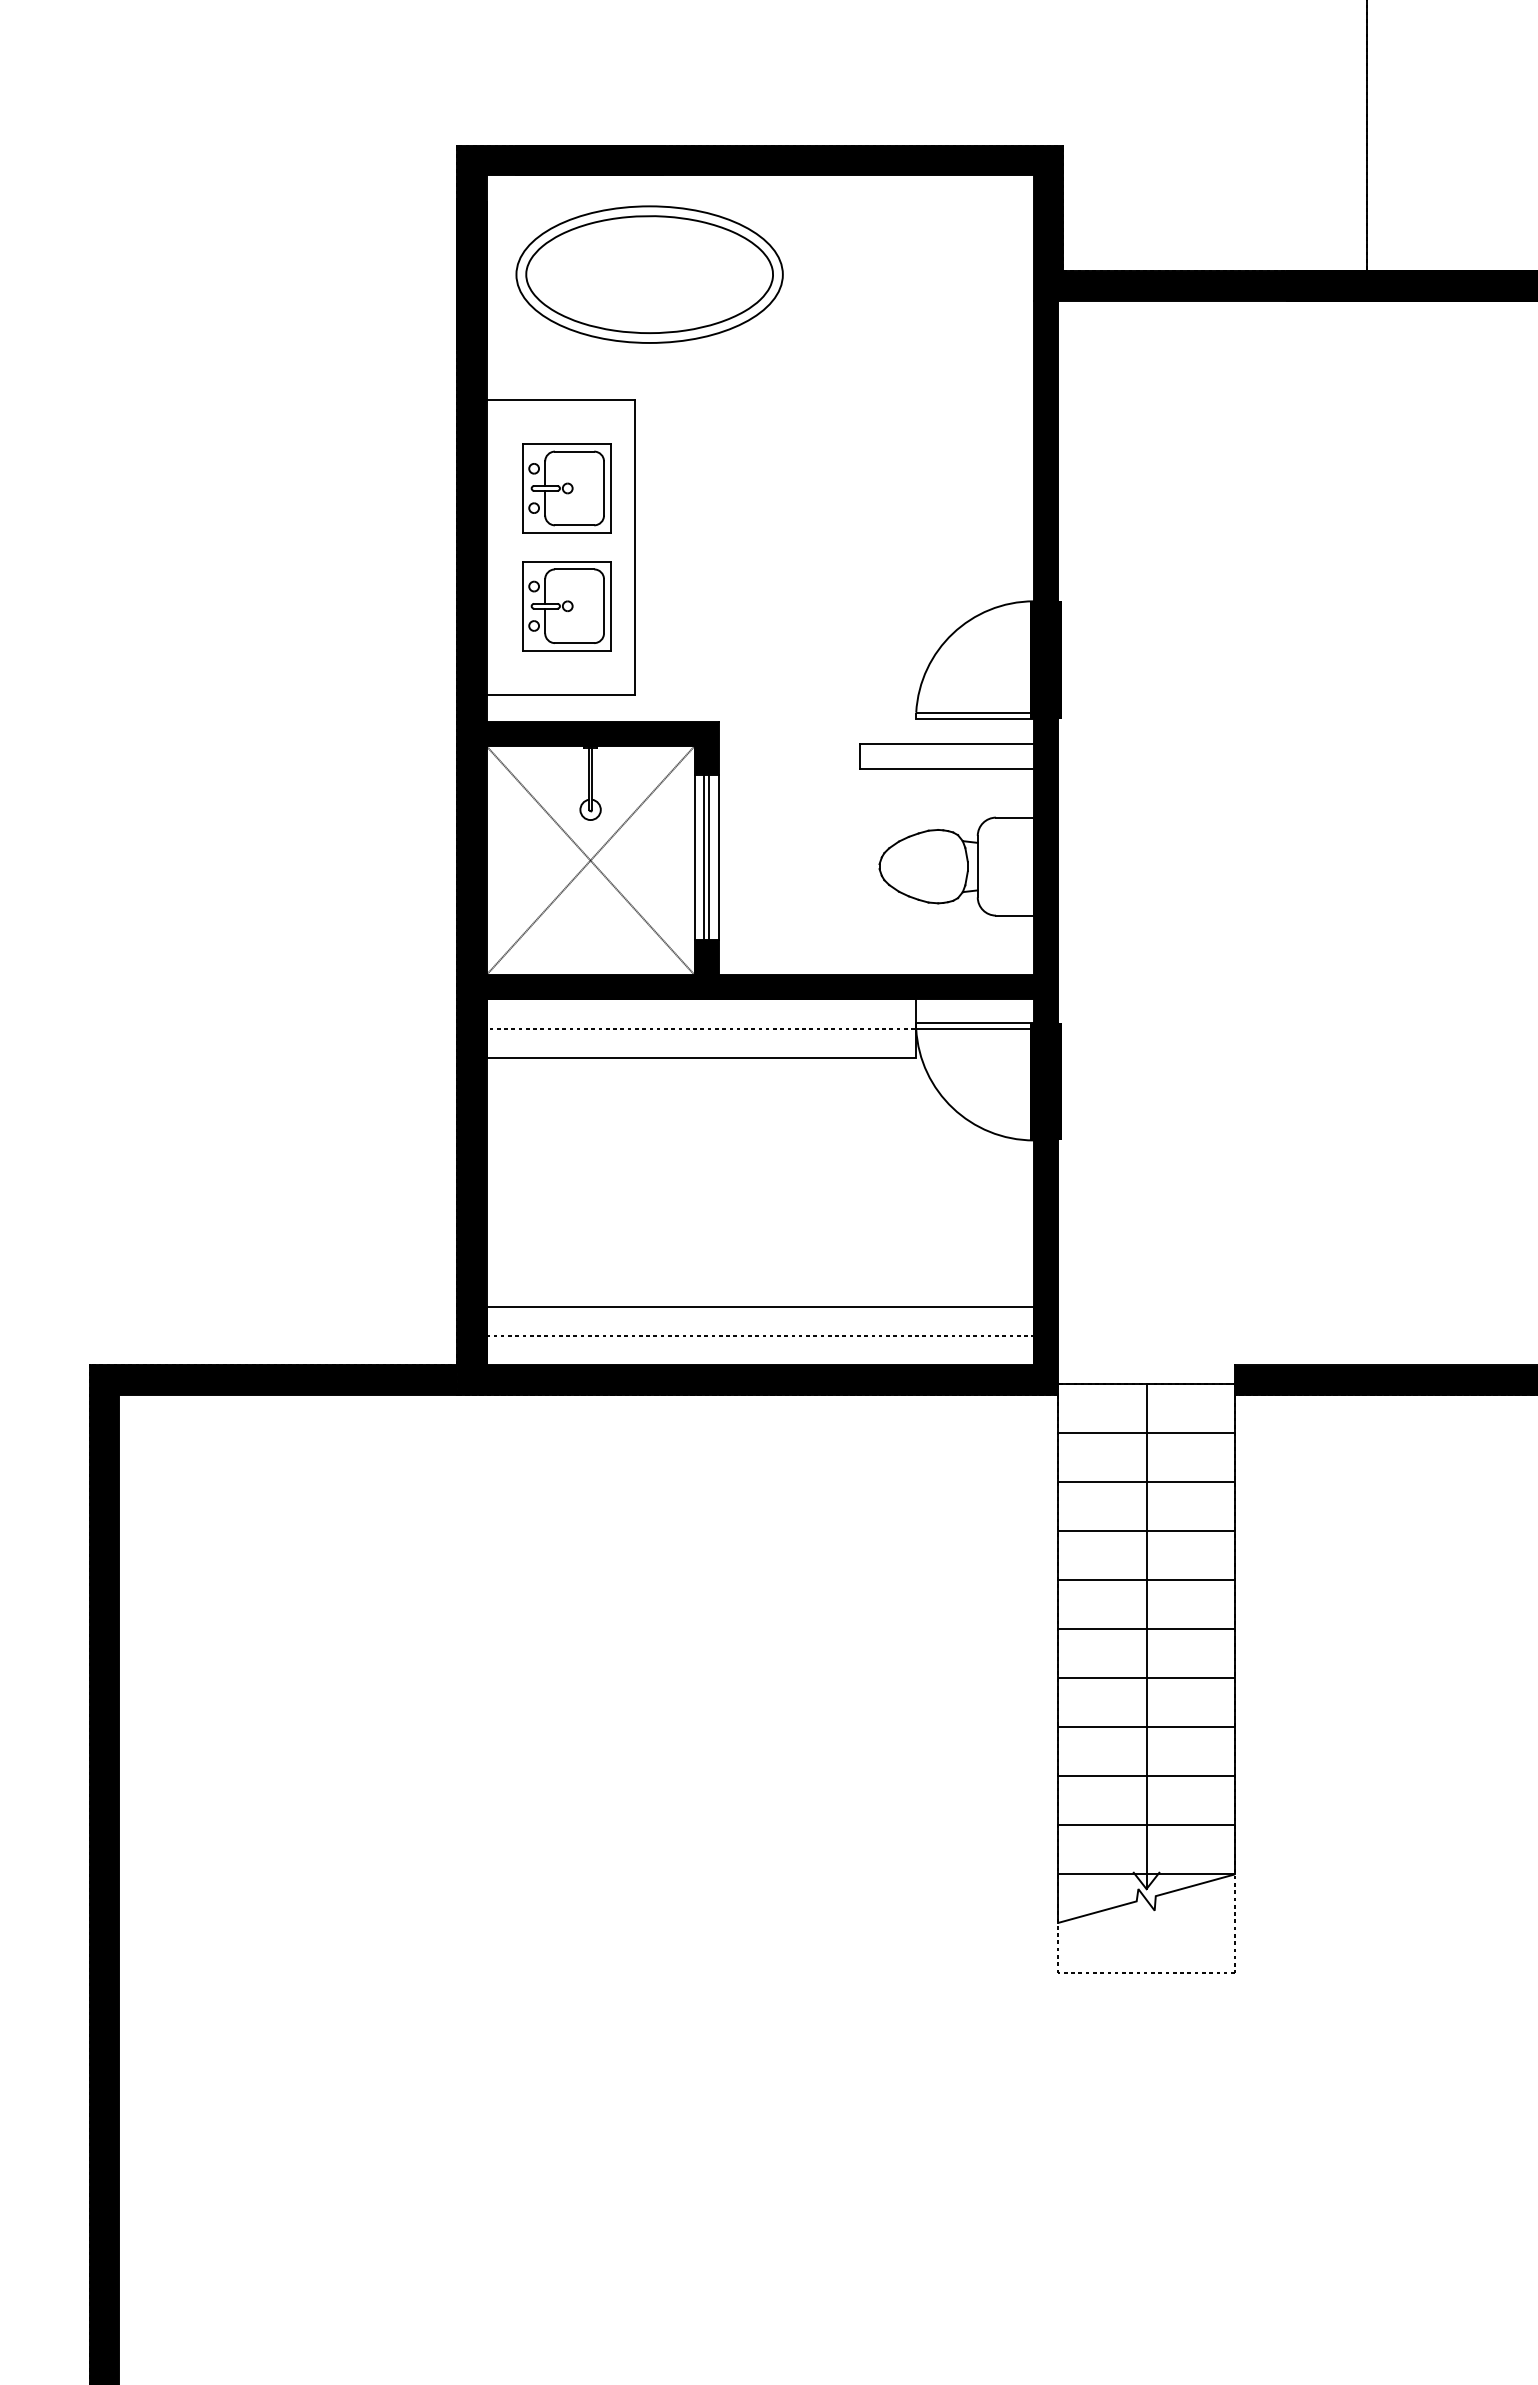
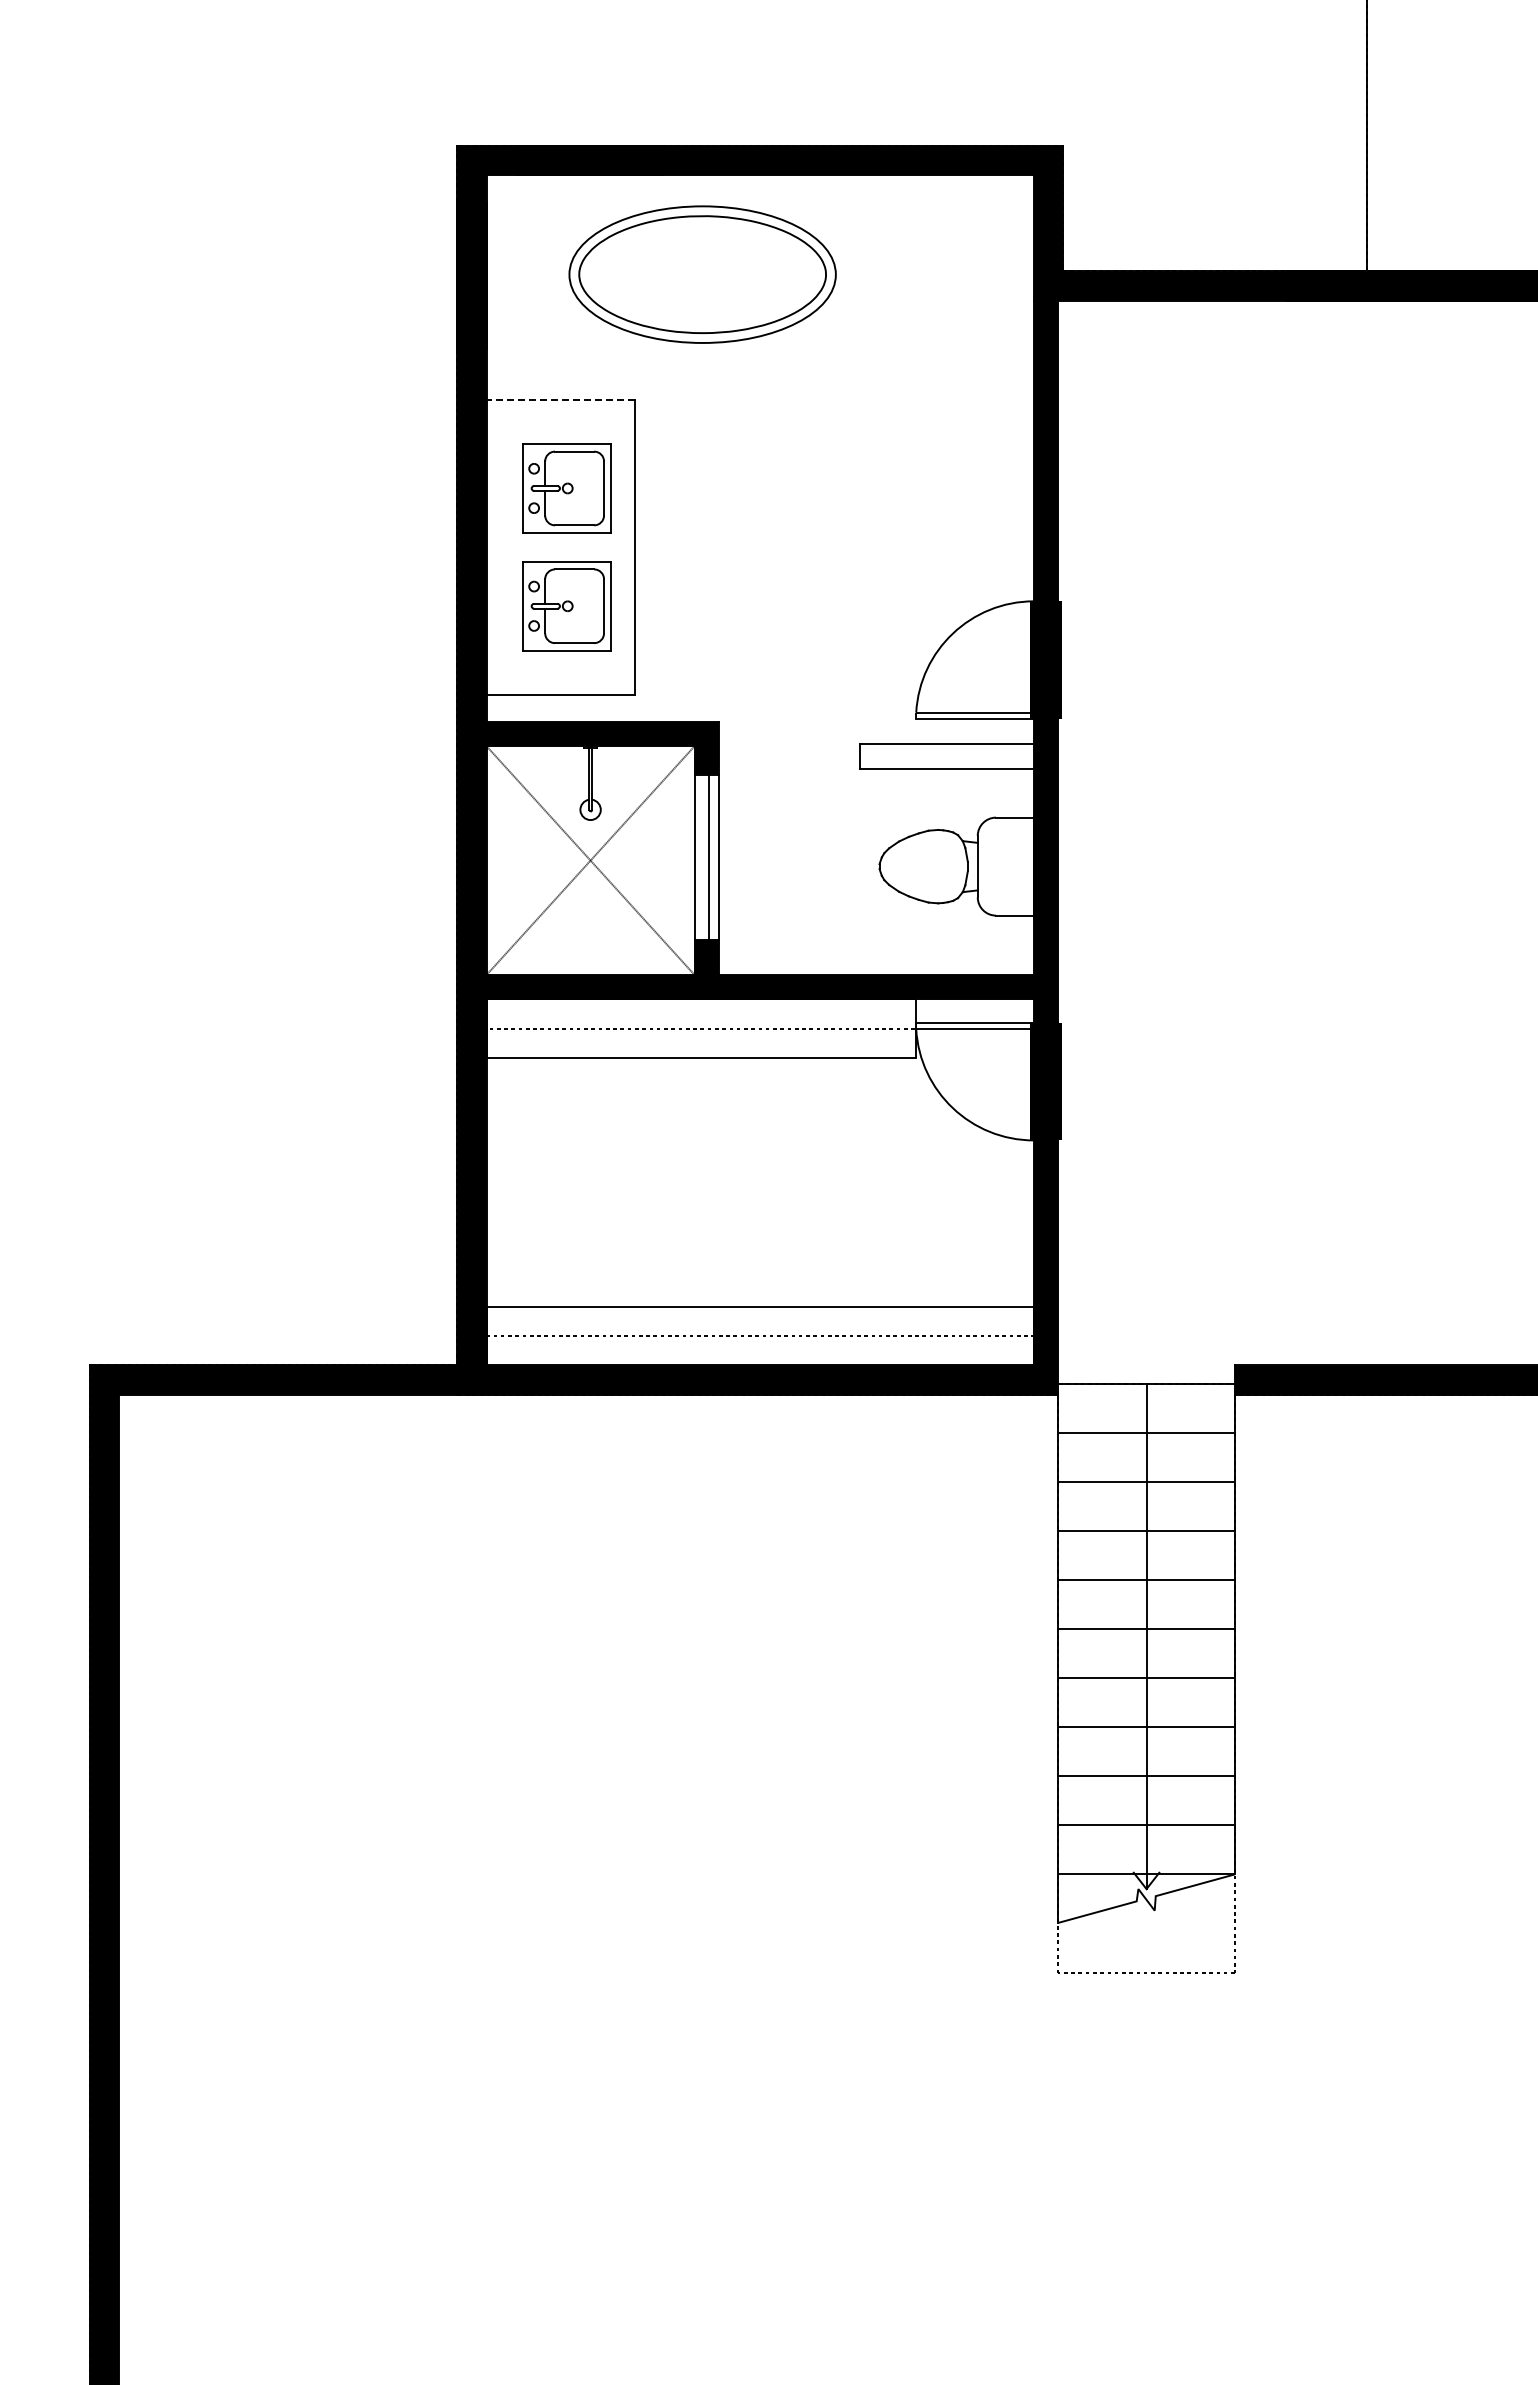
part at (649, 274) position: (649, 274) -> (702, 274)
line at (560, 399): solid -> dashed
line at (704, 856): present -> none
